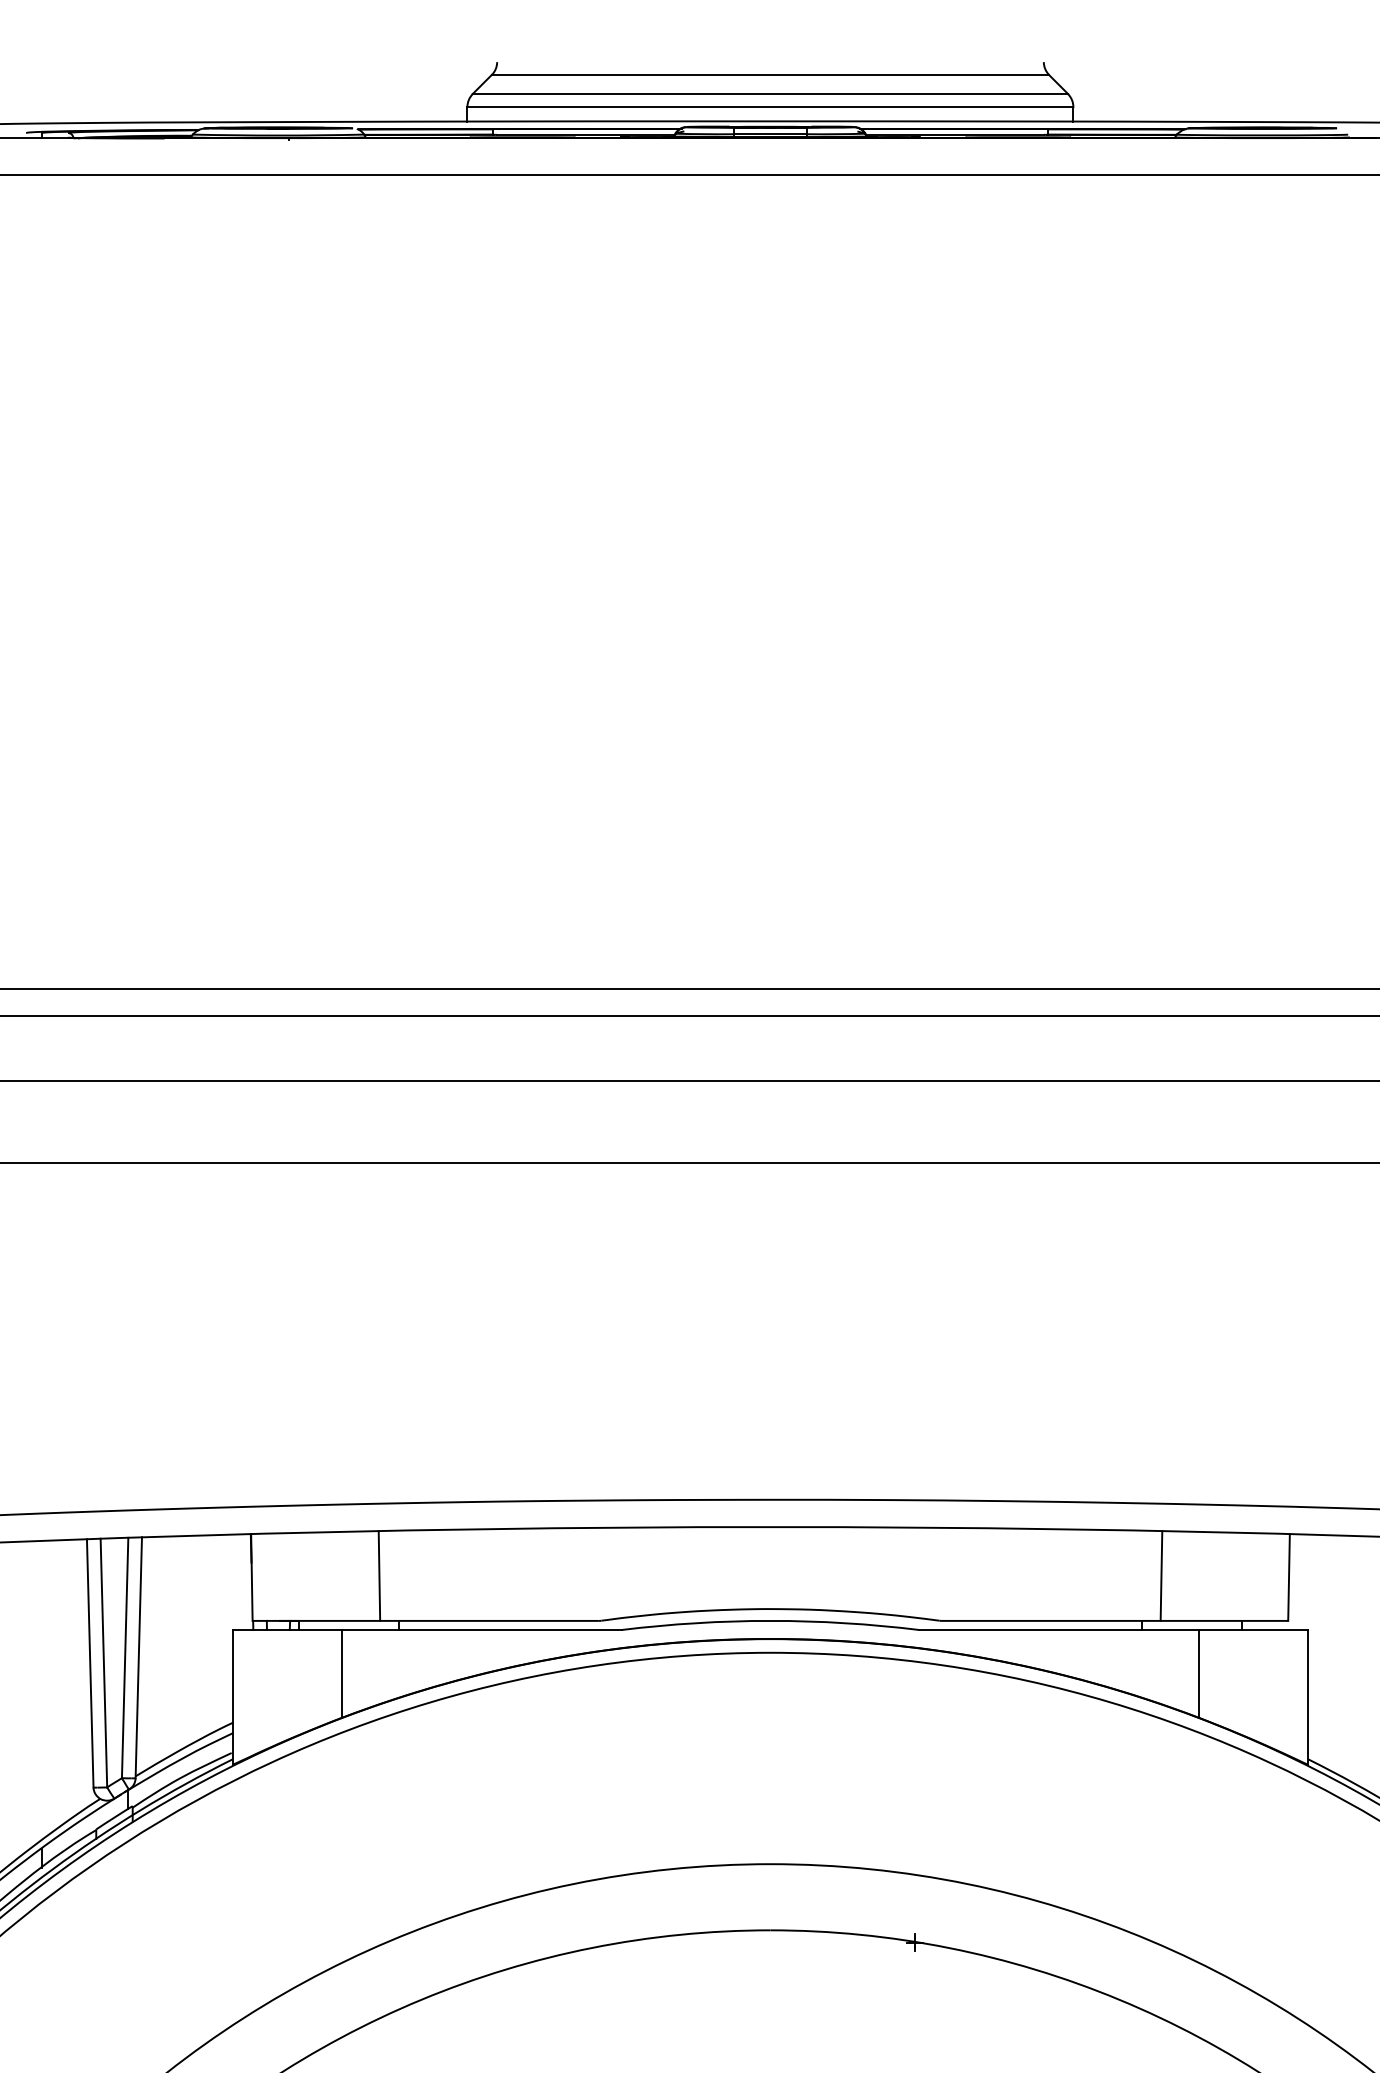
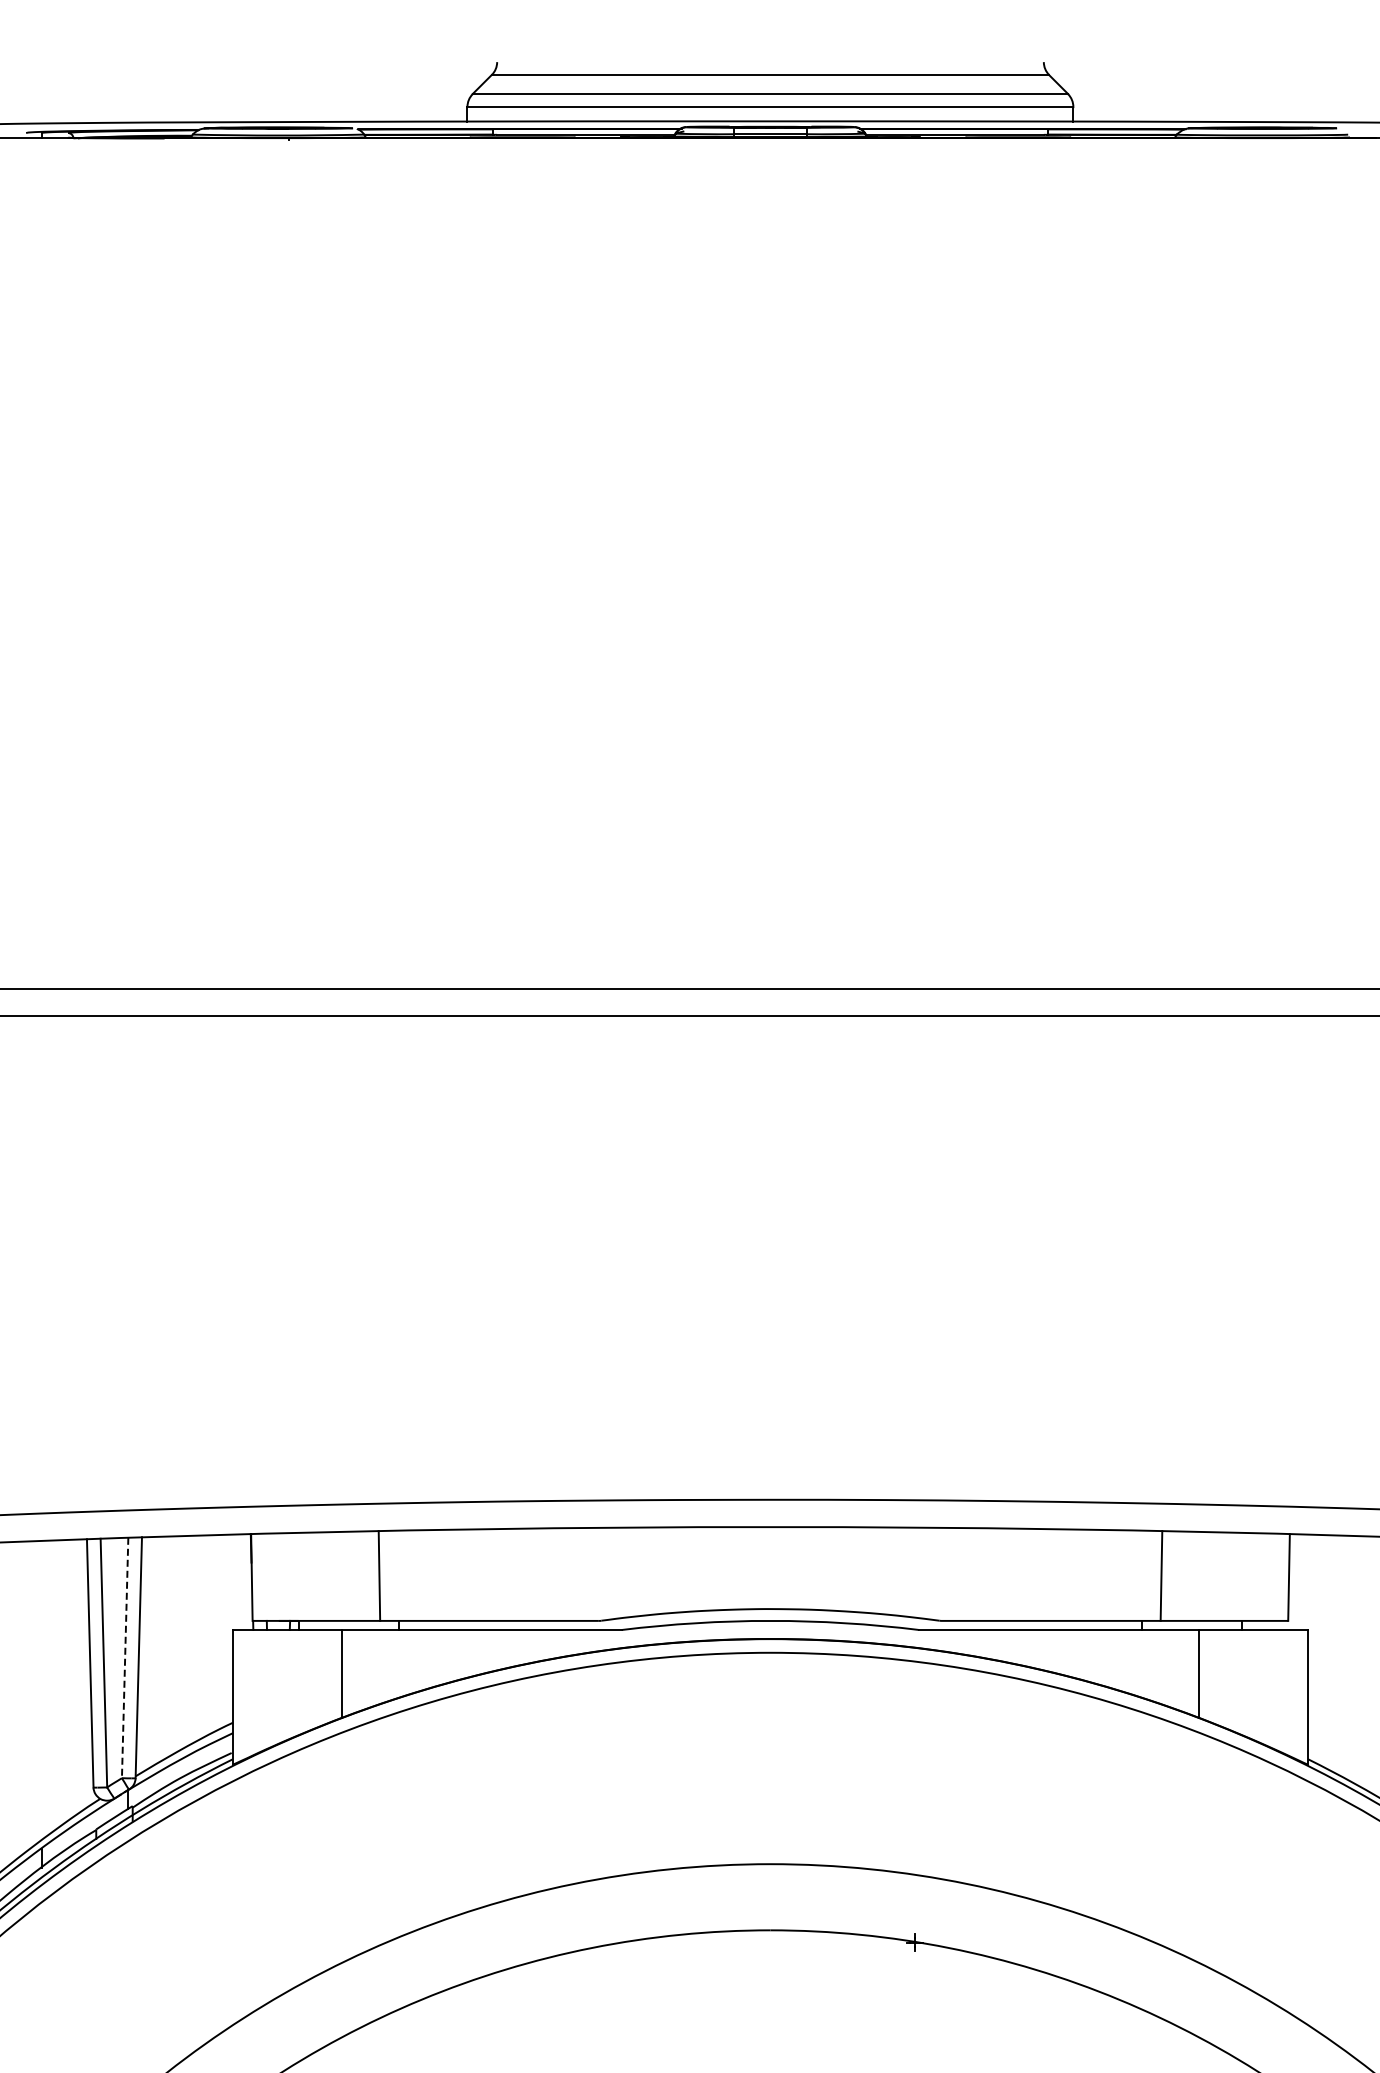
line at (689, 174): present -> none
line at (689, 1080): present -> none
line at (689, 1162): present -> none
line at (125, 1658): solid -> dashed
